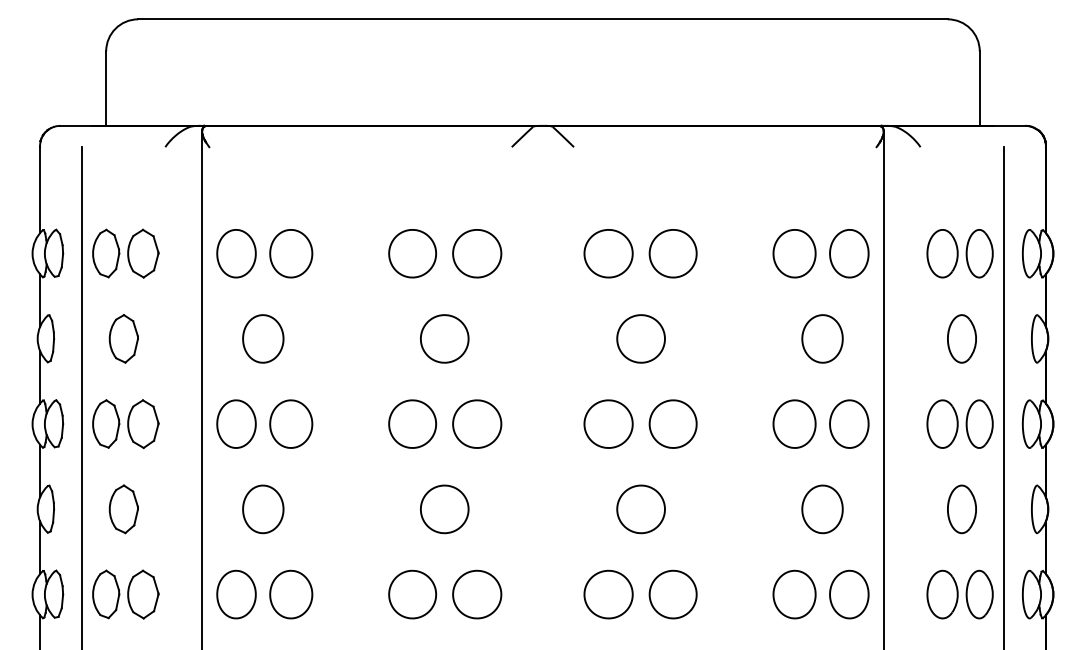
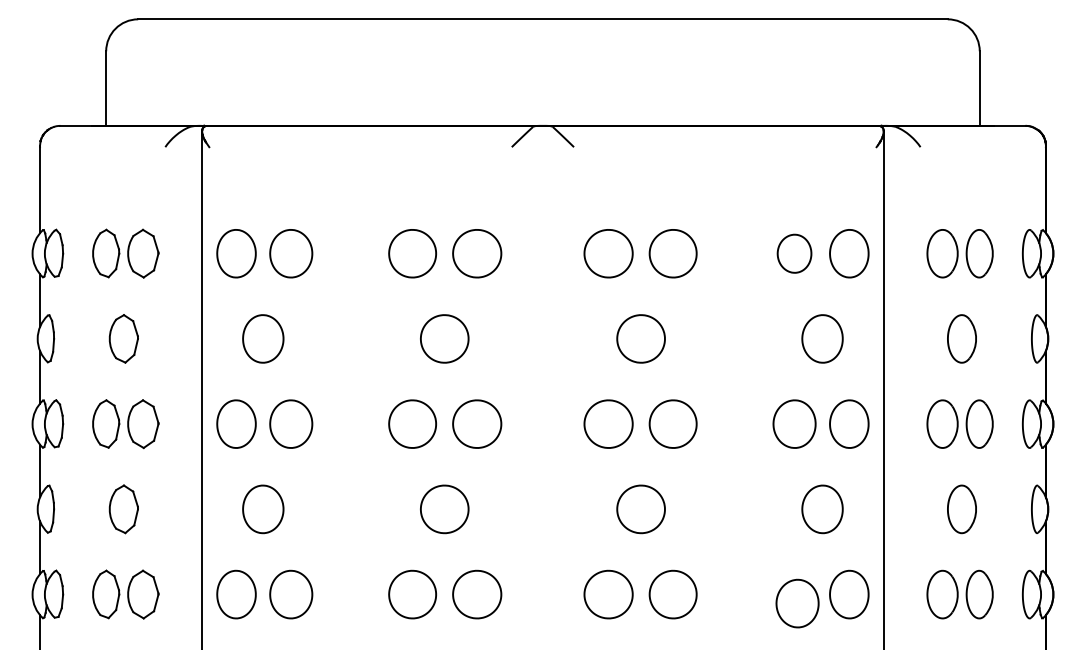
part at (794, 253) size: 45x50 px -> 37x41 px
line at (81, 396): present -> none
line at (1004, 396): present -> none
part at (794, 594) position: (794, 594) -> (797, 603)
